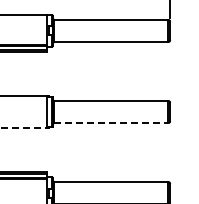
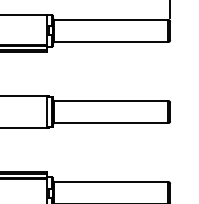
line at (111, 123): dashed -> solid
line at (23, 127): dashed -> solid
